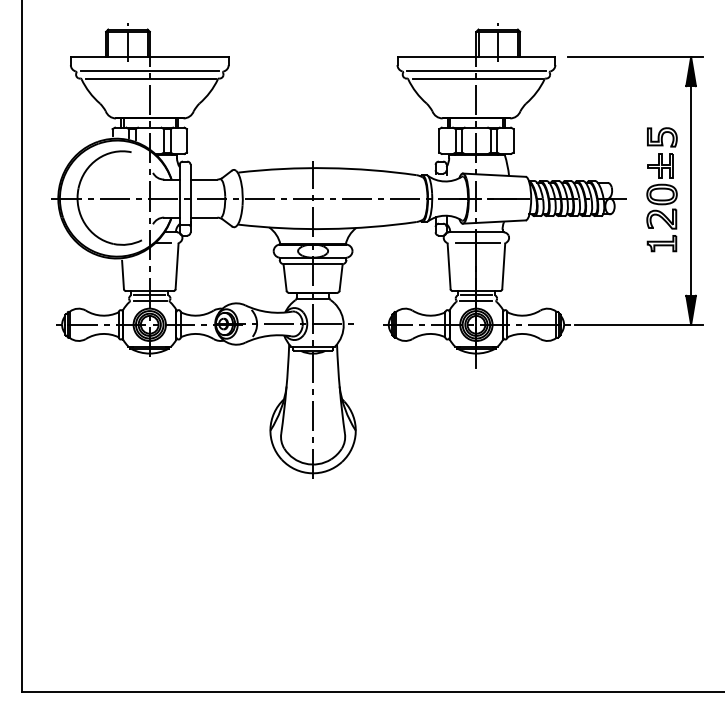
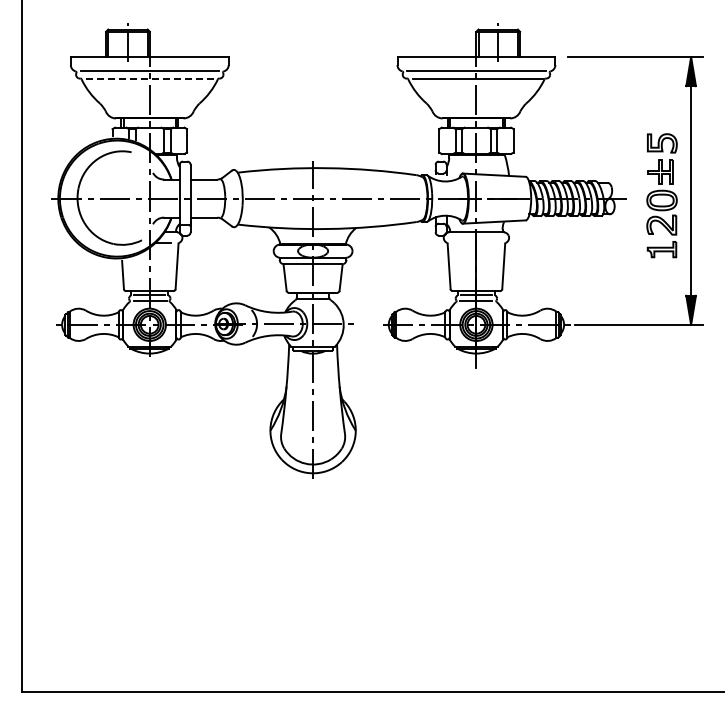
line at (151, 78): solid -> dashed
part at (661, 189) position: (661, 189) -> (661, 195)
line at (477, 243): present -> none
